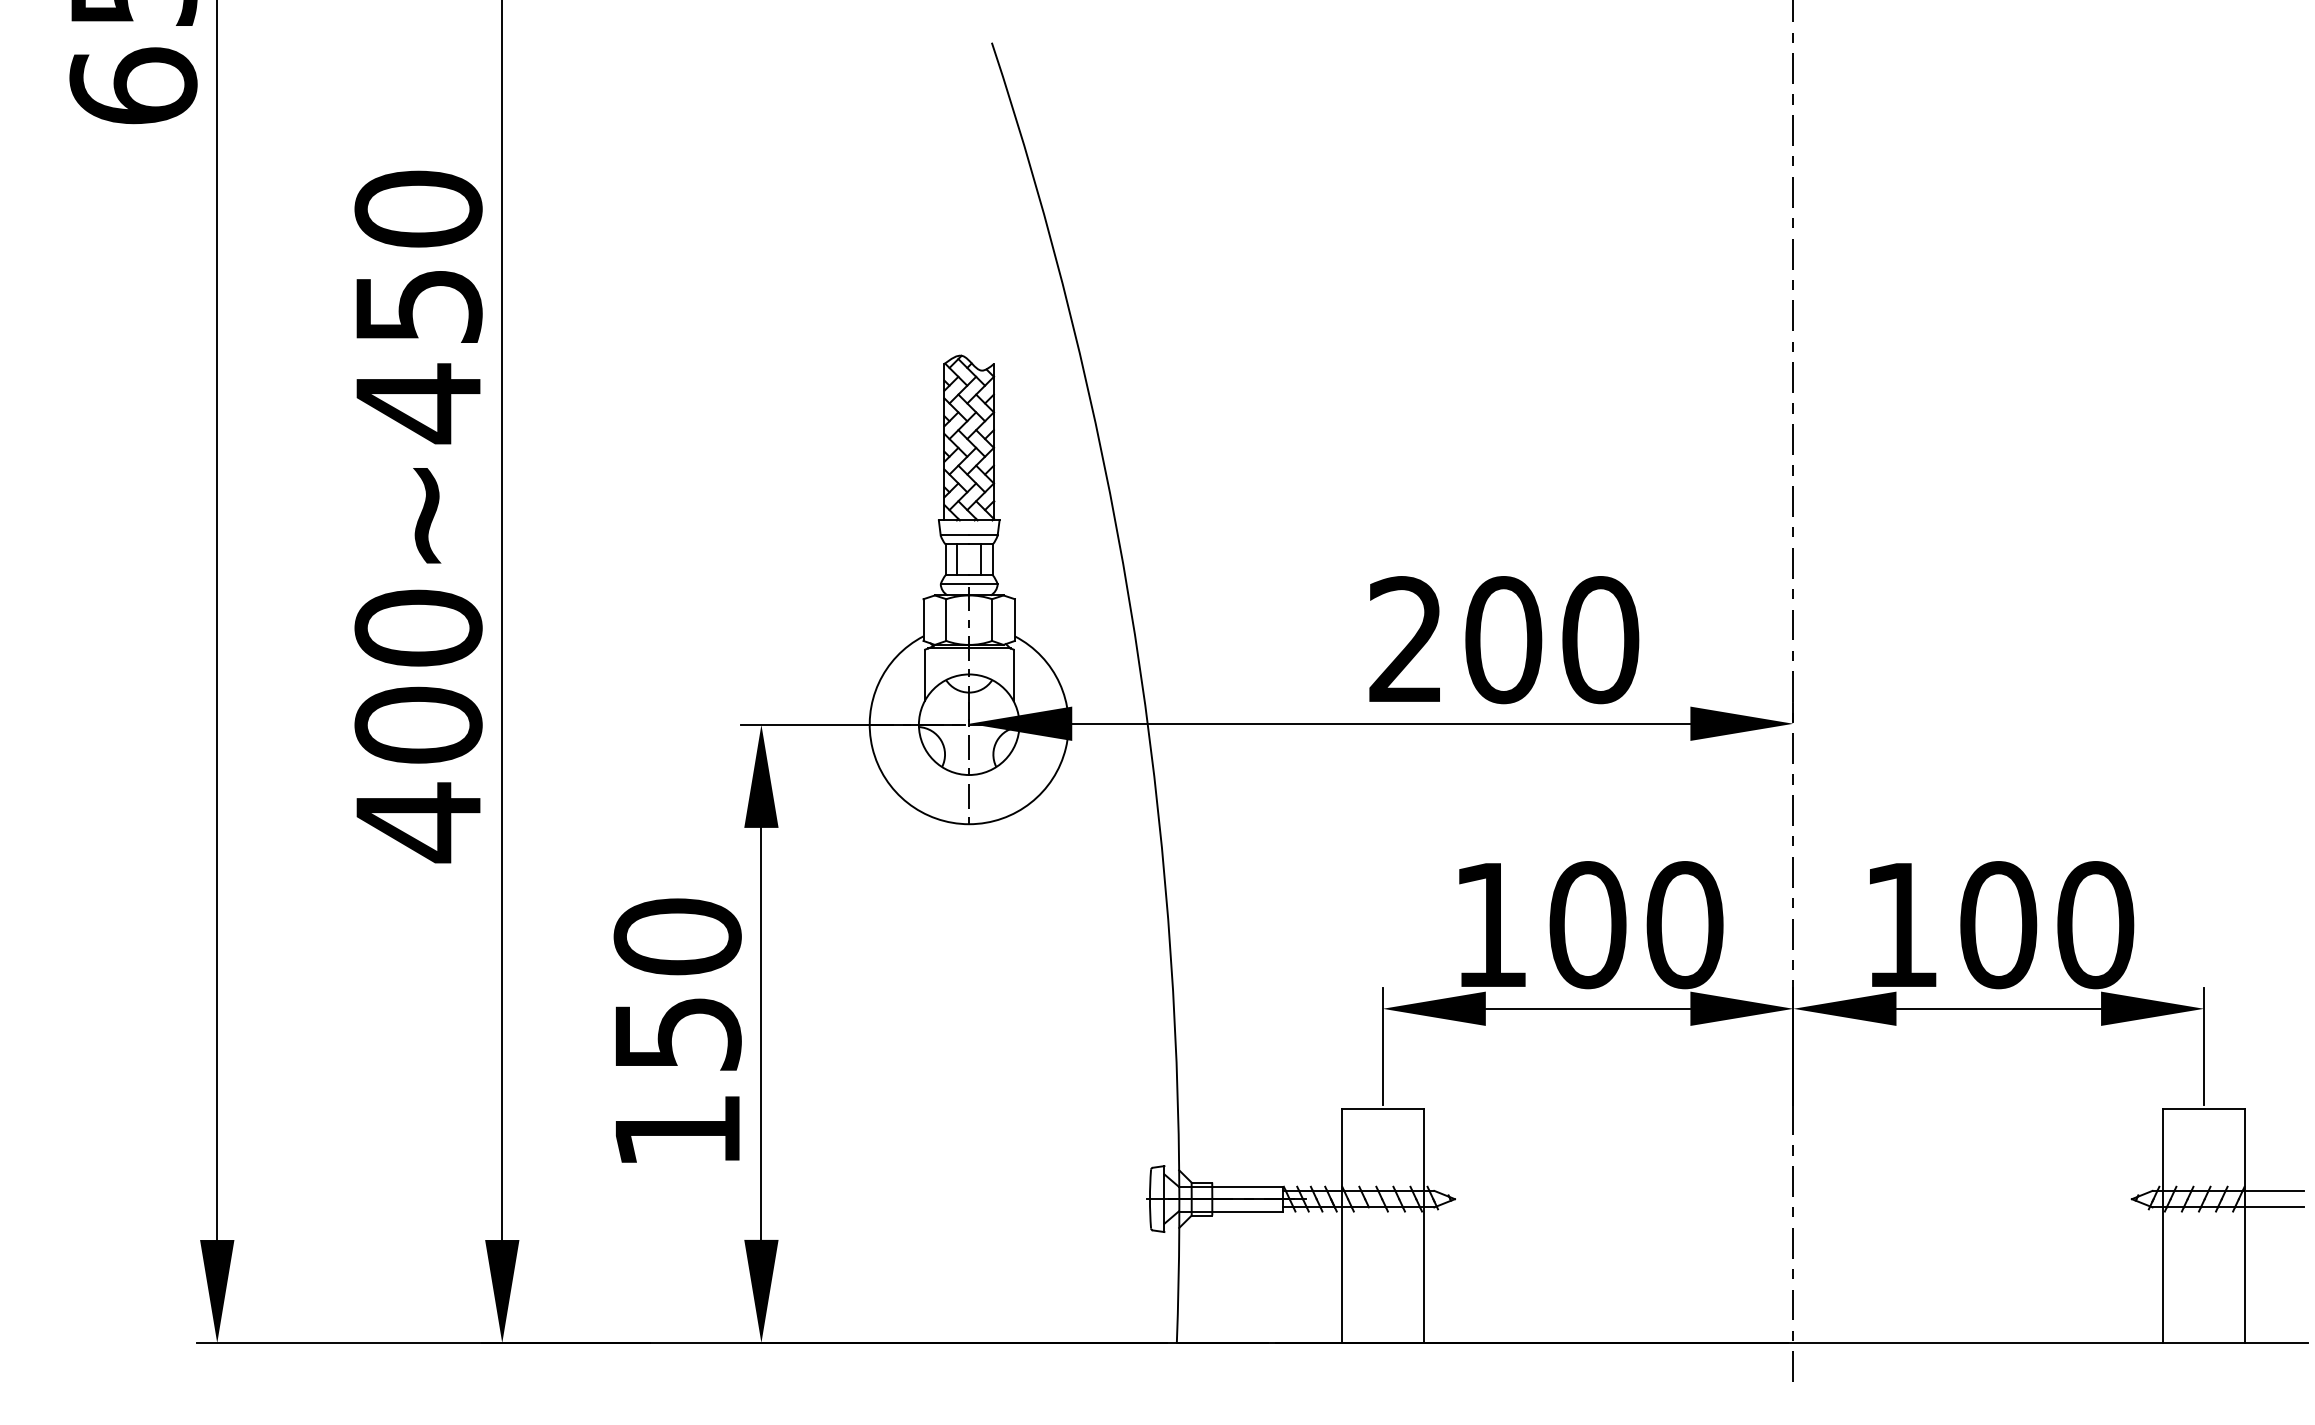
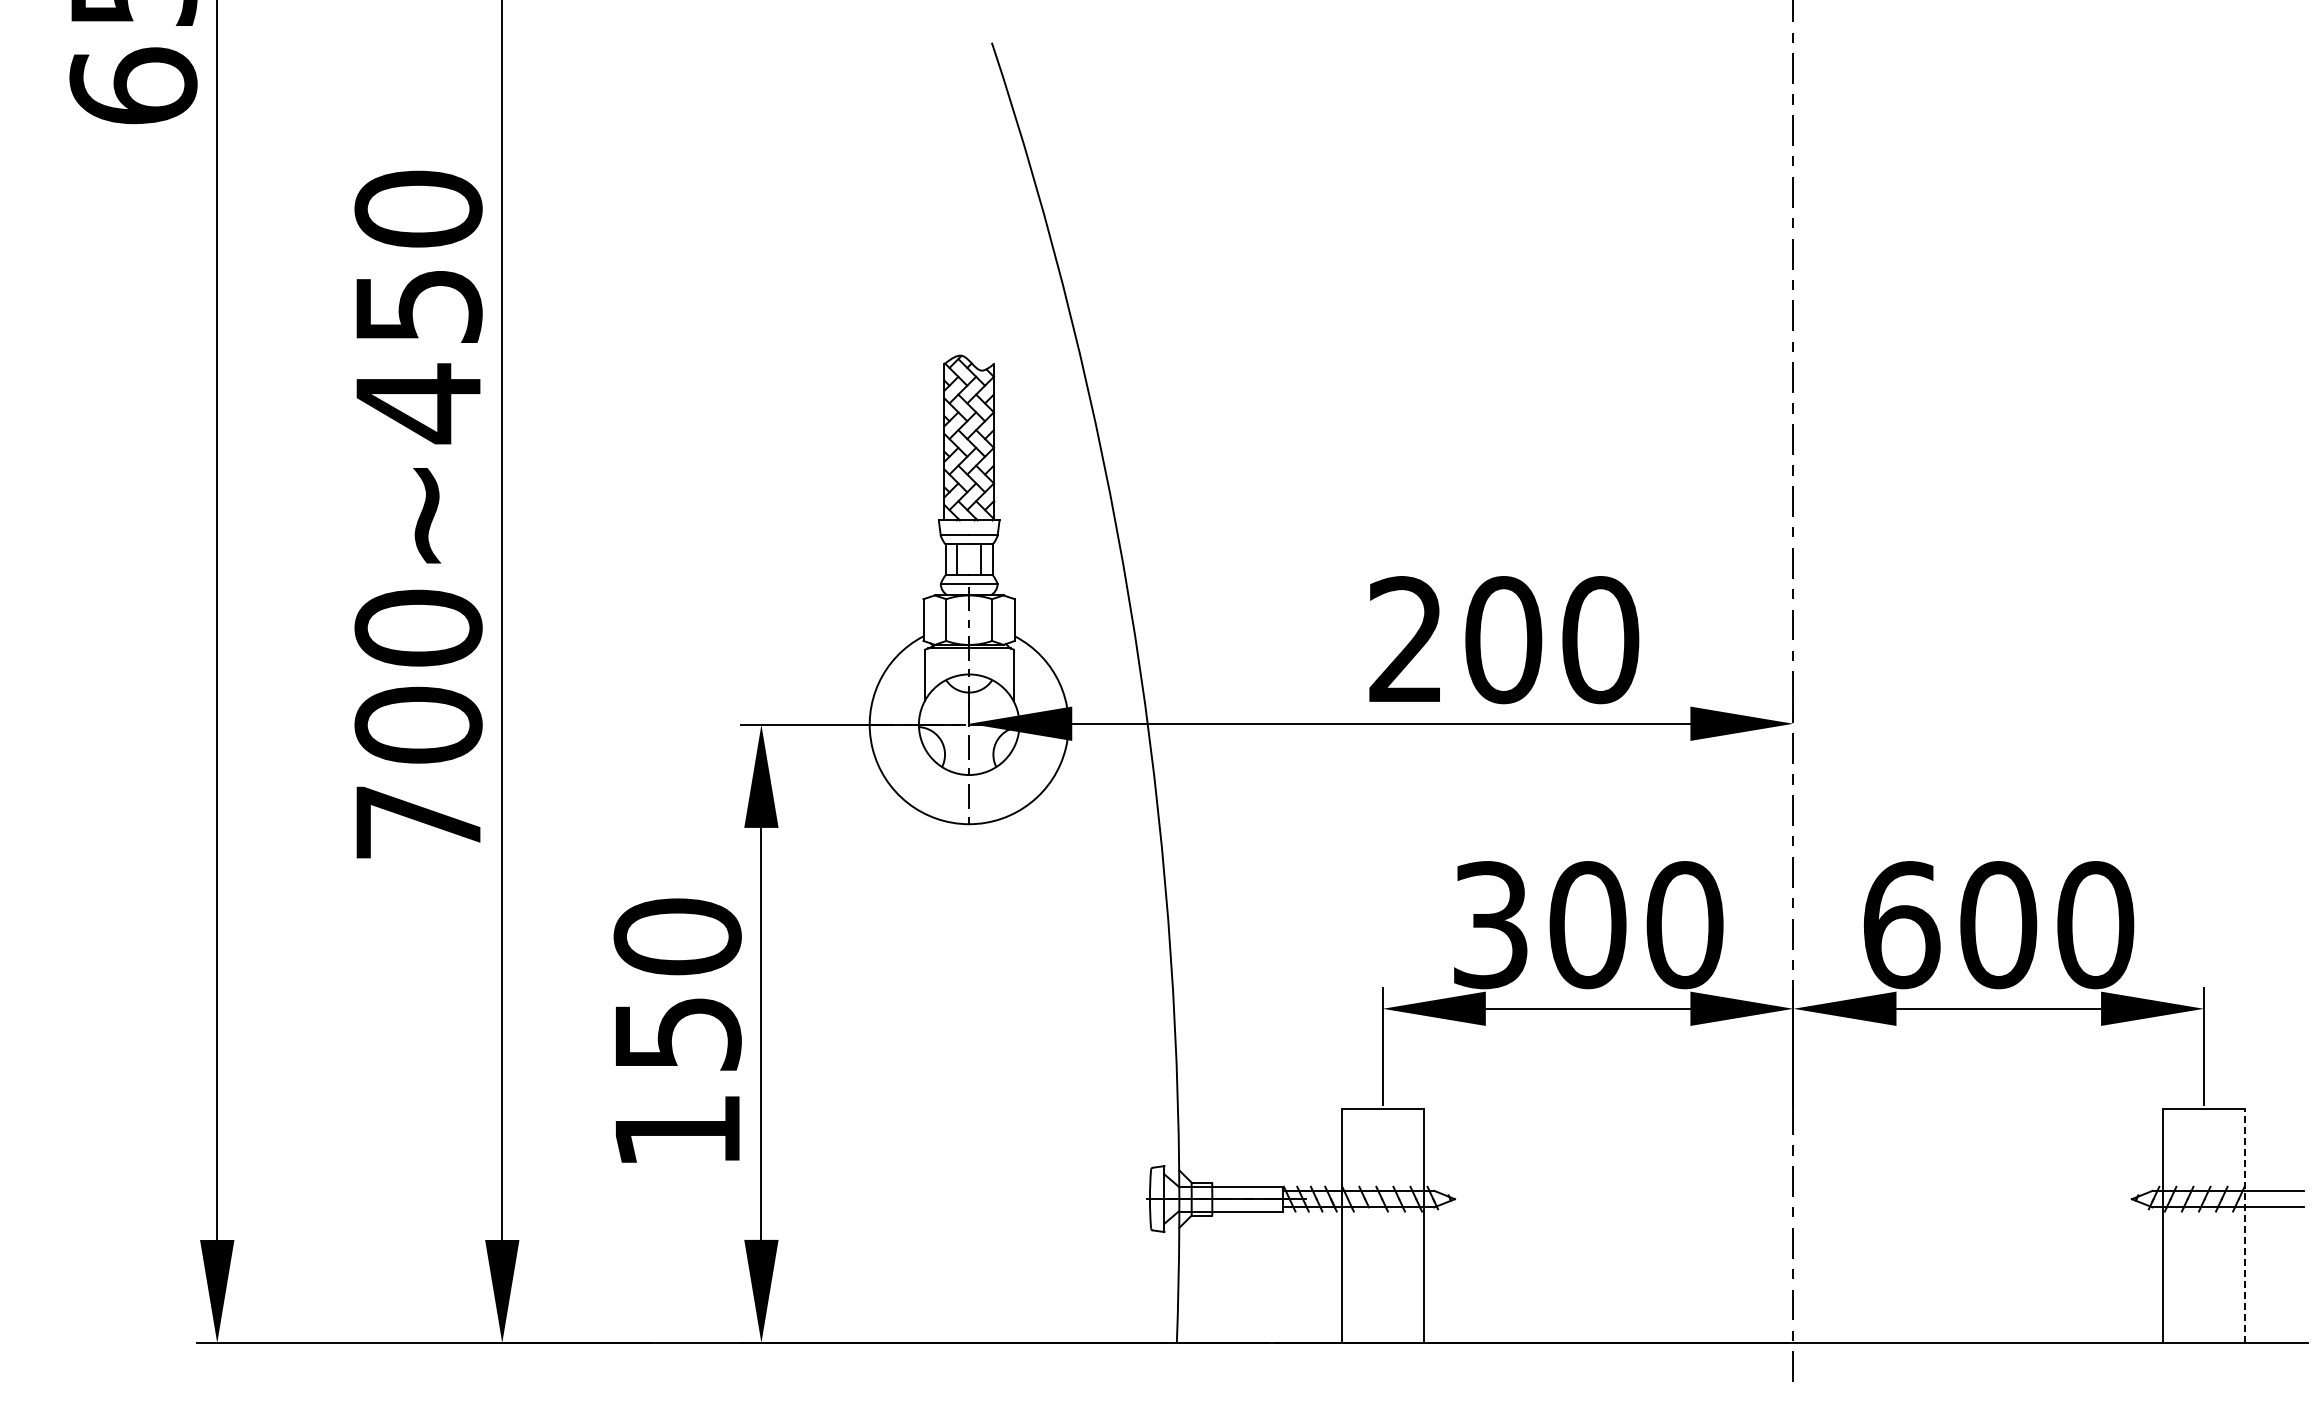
text at (418, 822): 400~450 -> 700~450
text at (1490, 925): 100 -> 300
text at (1901, 925): 100 -> 600
line at (2245, 1225): solid -> dashed
